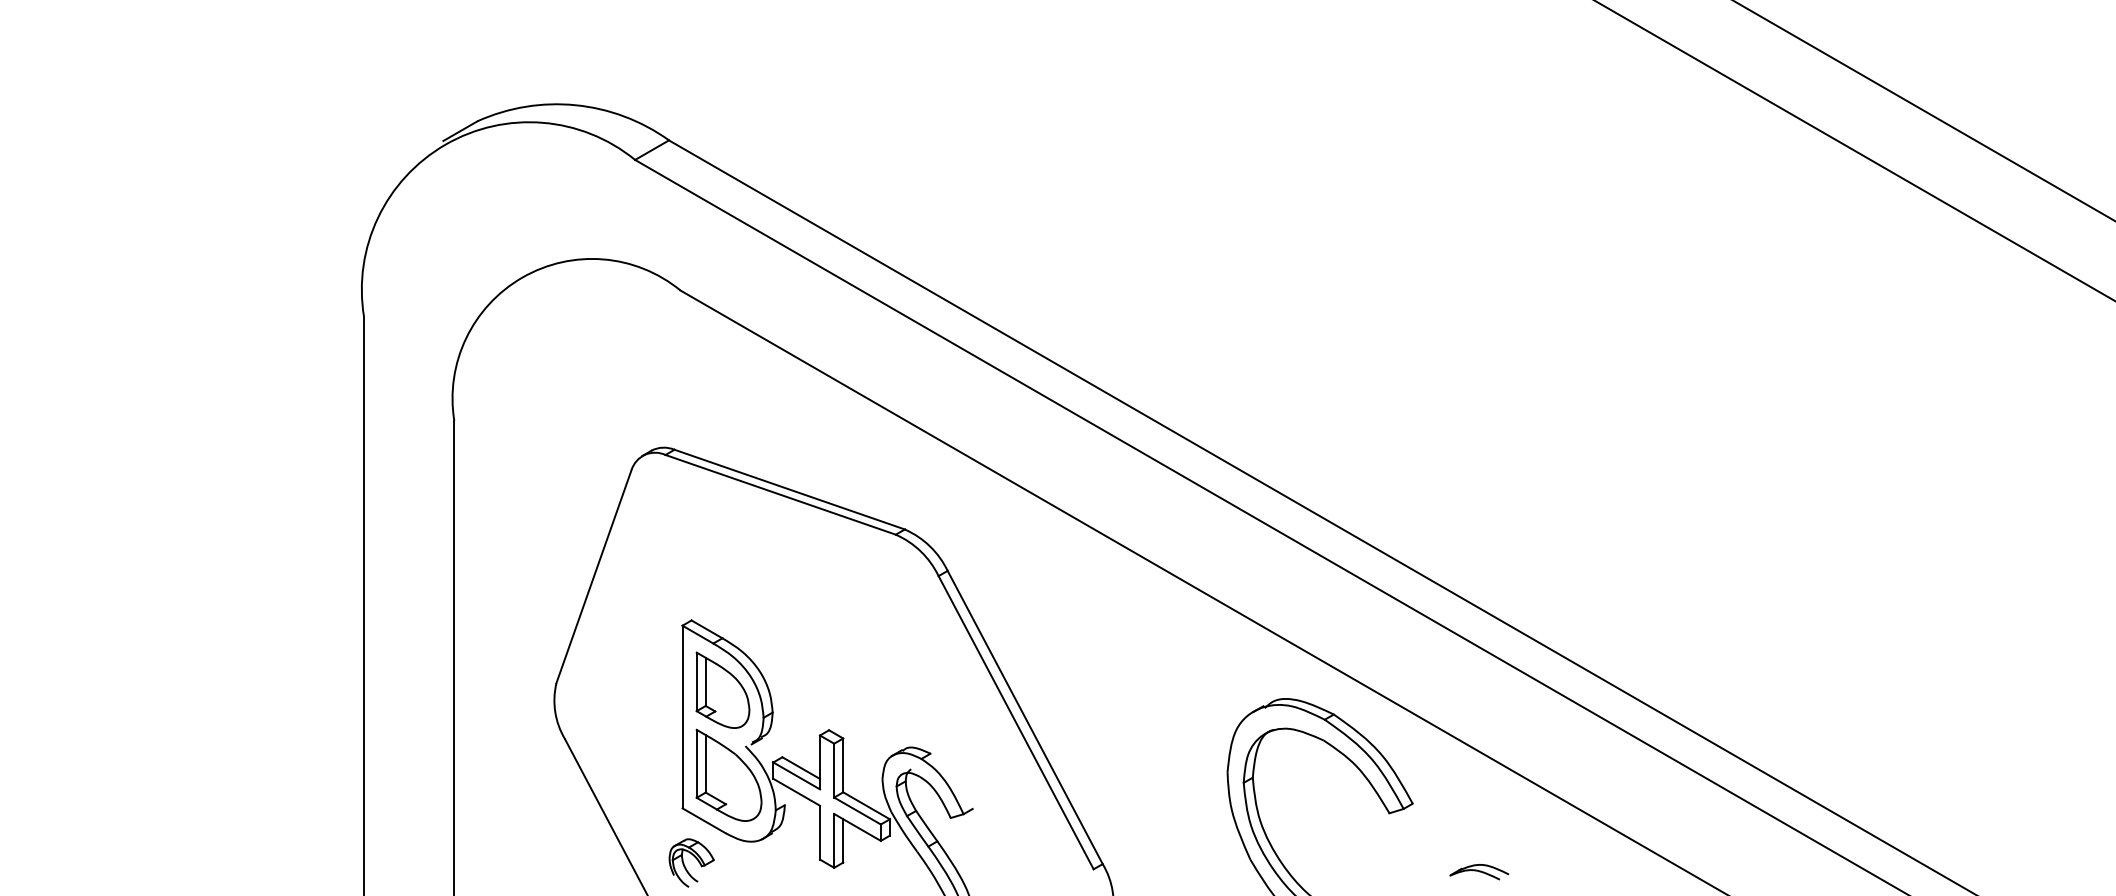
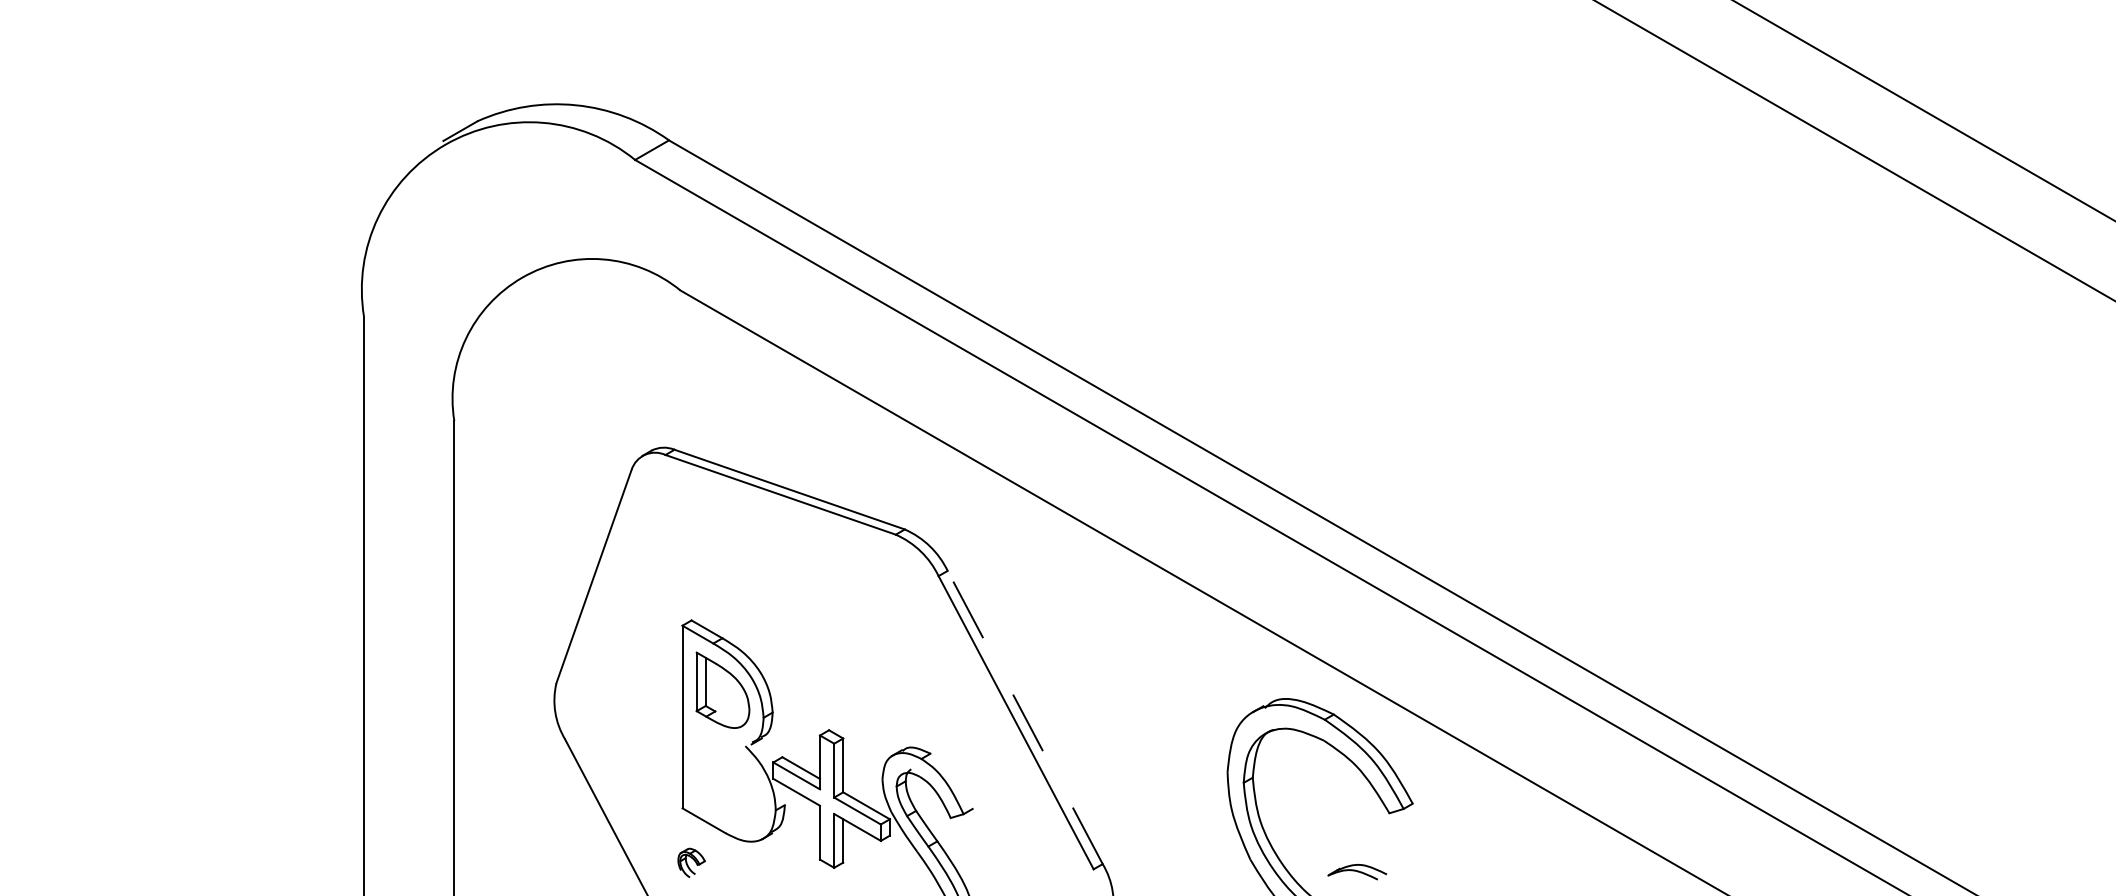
line at (1025, 717): solid -> dashed
part at (728, 774): present -> none
part at (691, 862) size: 47x50 px -> 29x31 px
part at (1479, 872) position: (1479, 872) -> (1357, 872)
